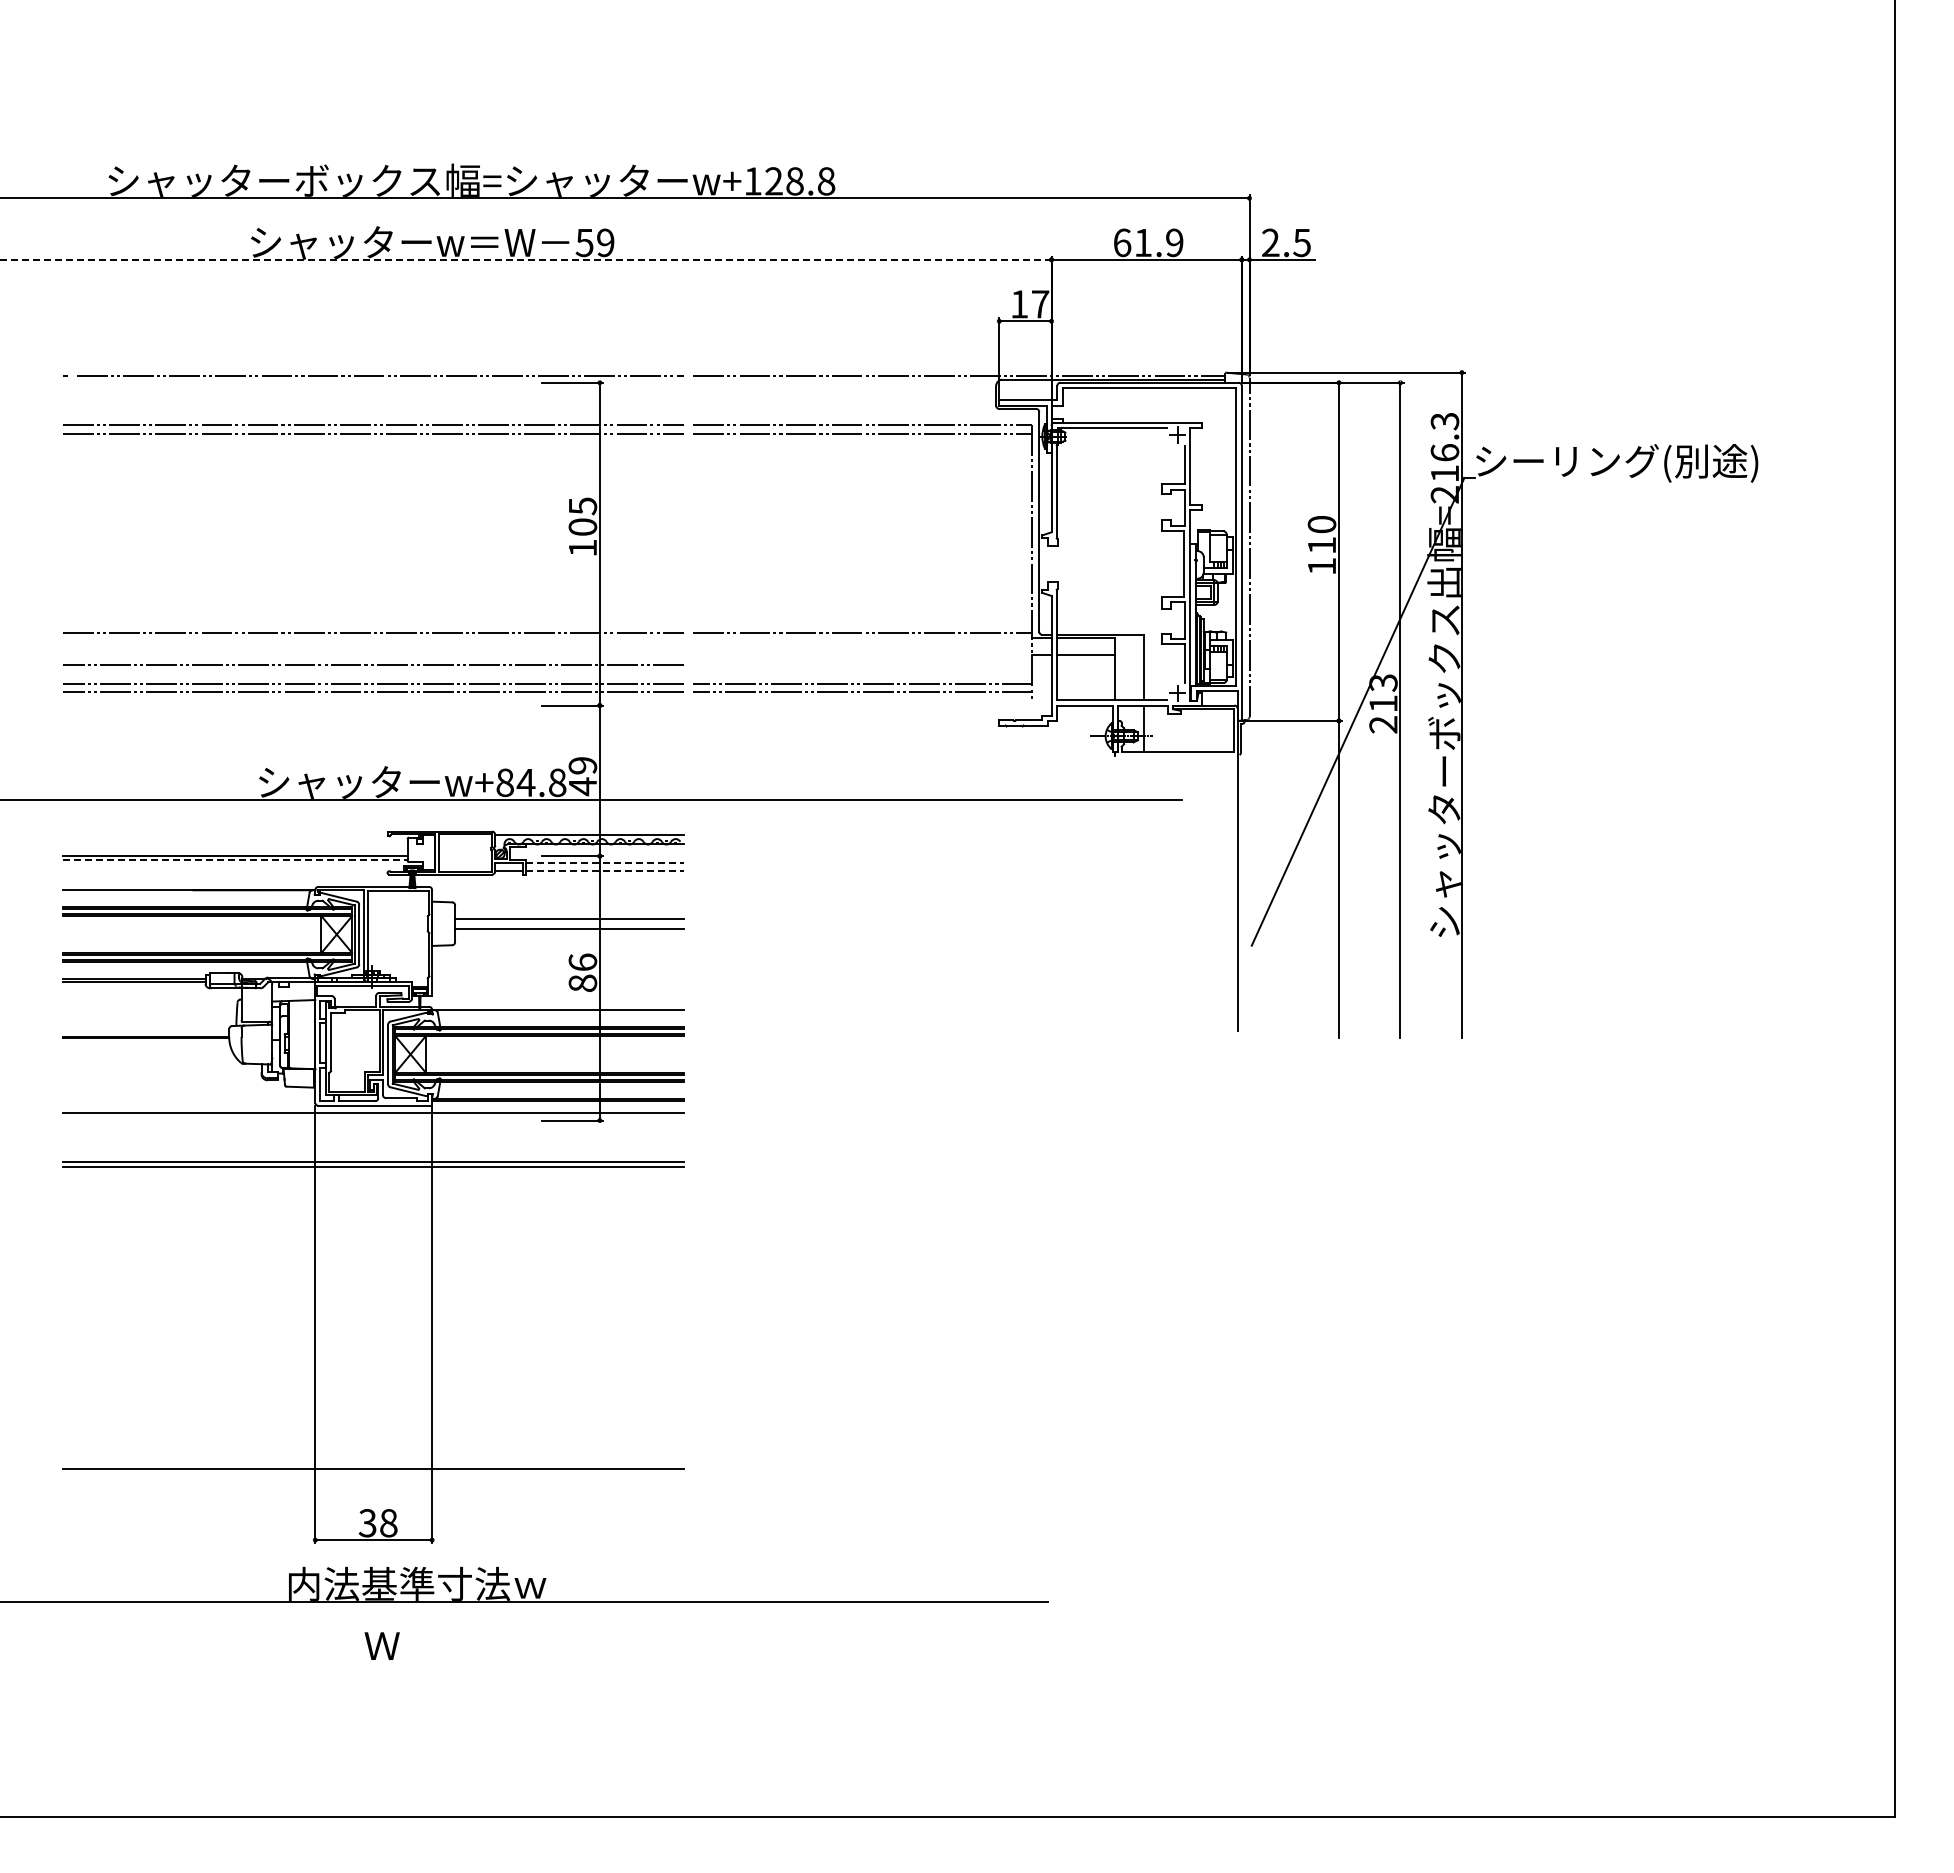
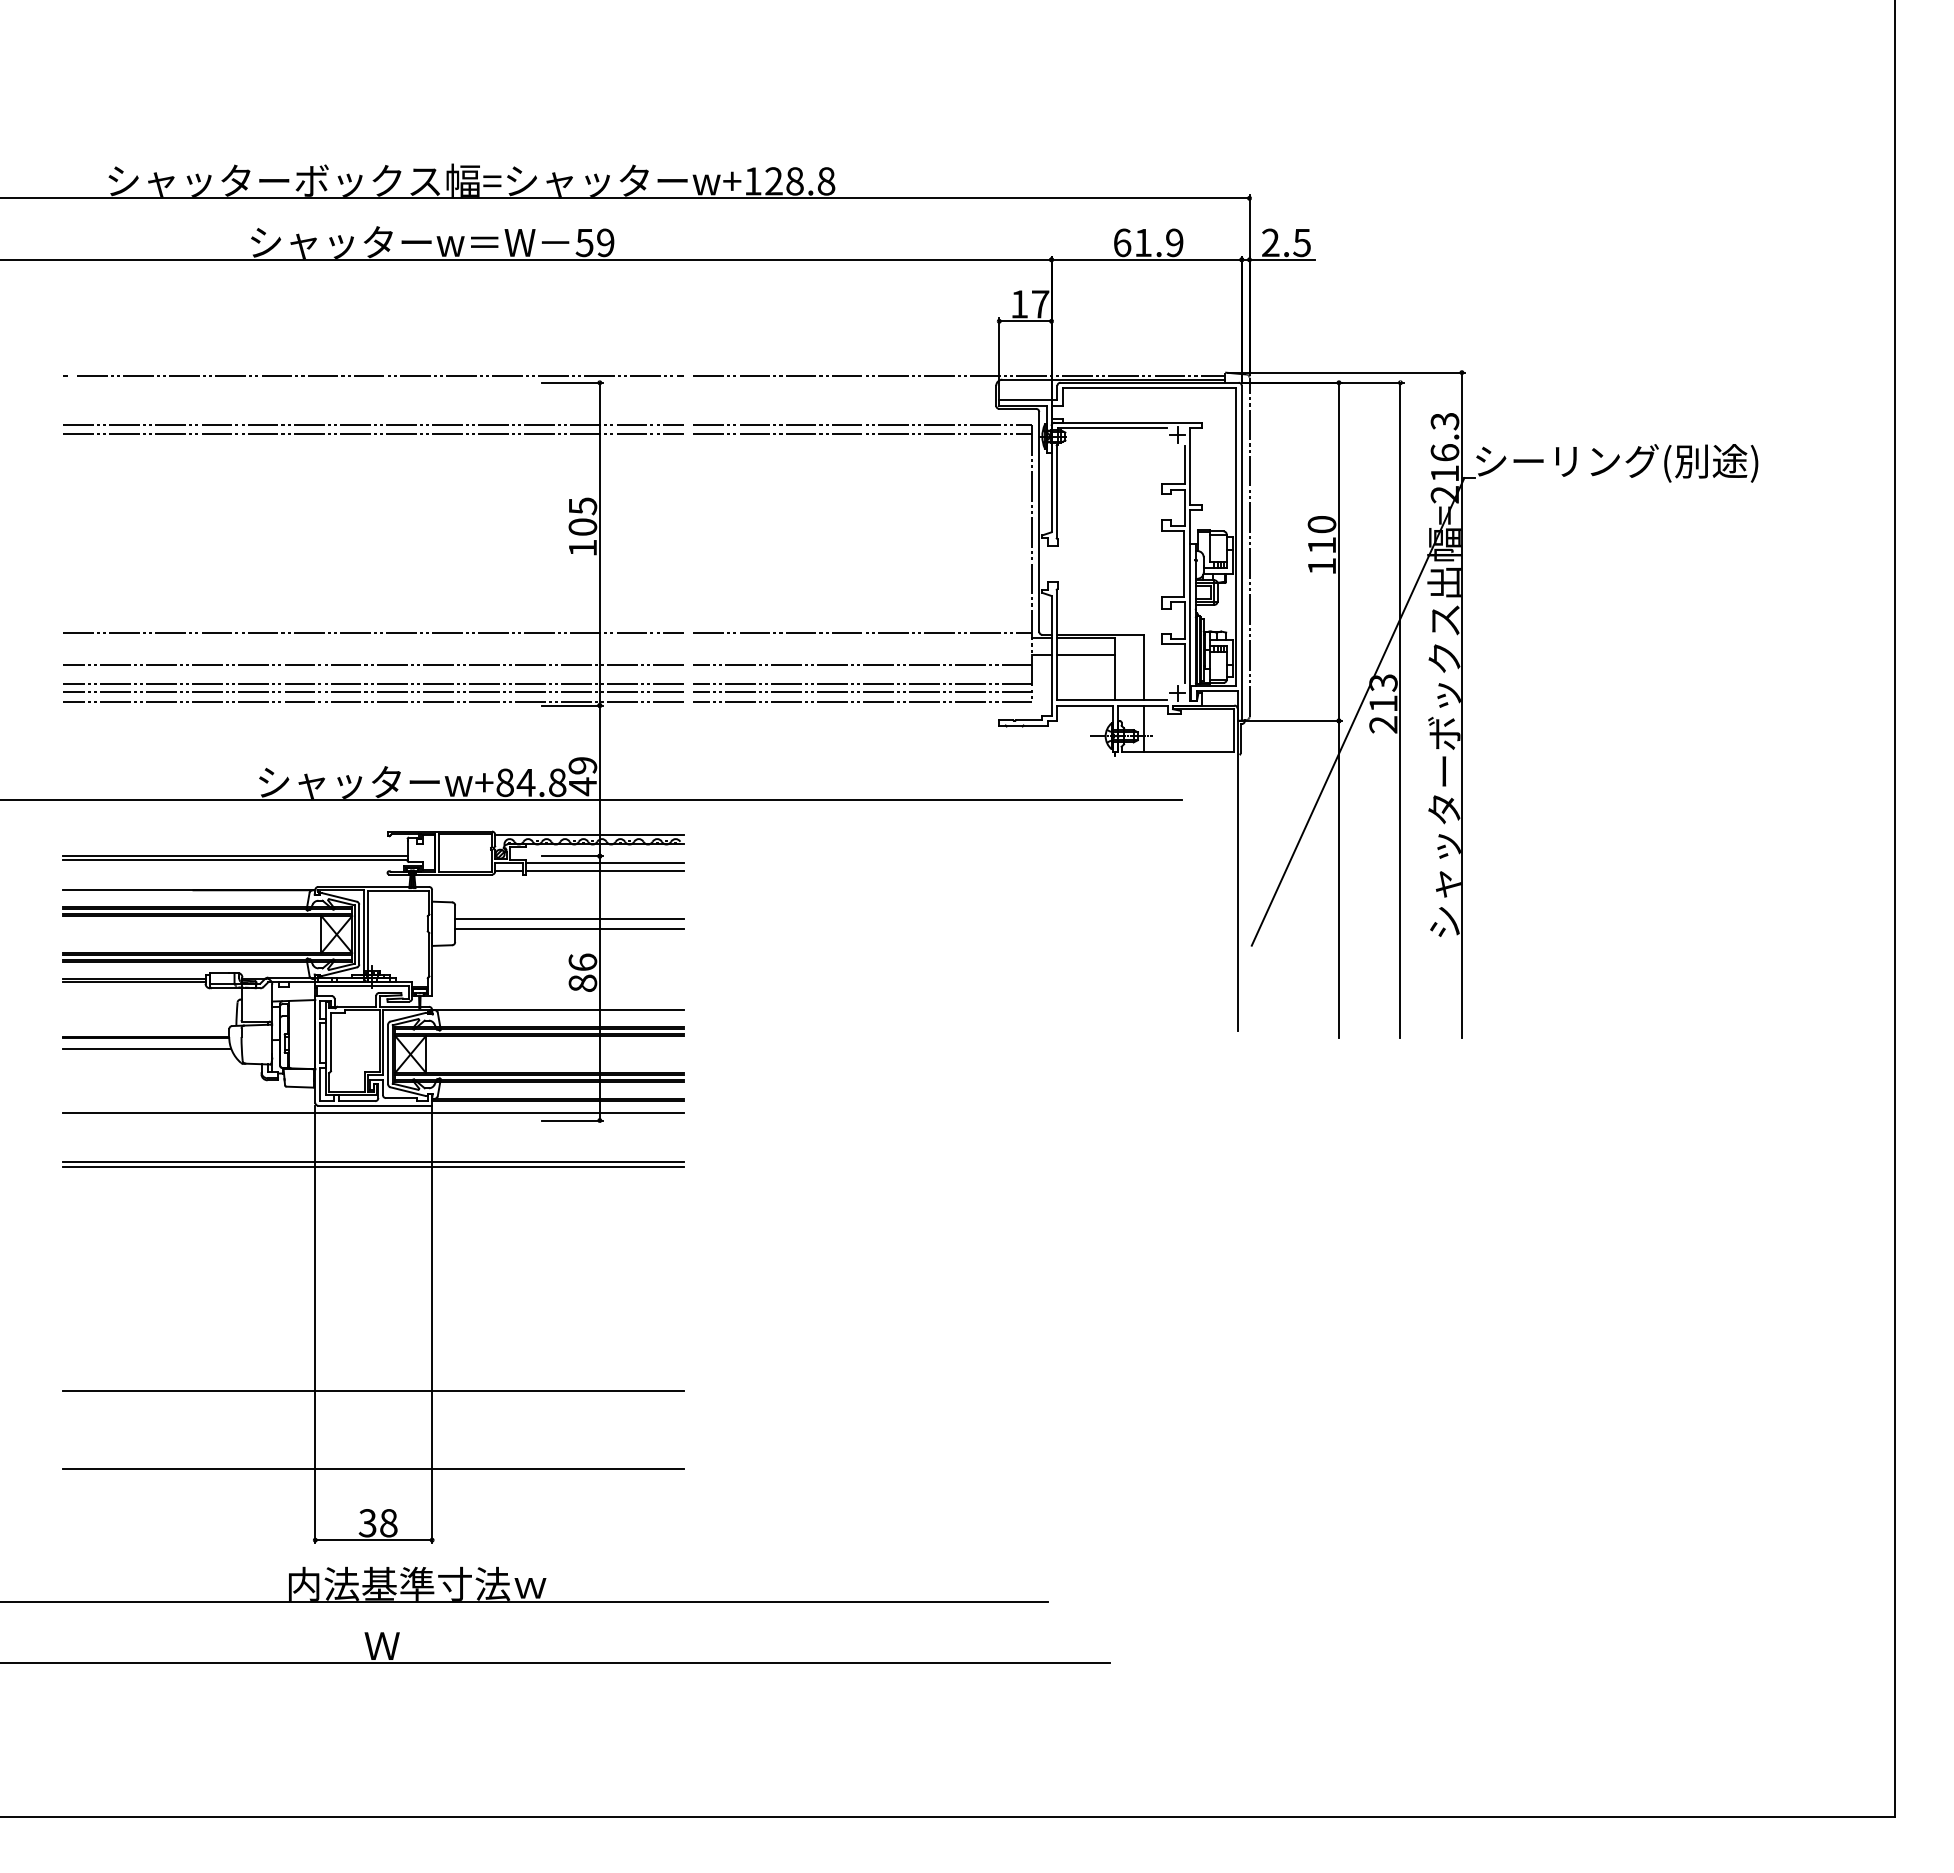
line at (525, 259): dashed -> solid
line at (862, 665): none -> present
line at (373, 701): none -> present
line at (862, 701): none -> present
line at (235, 860): dashed -> solid
line at (605, 862): dashed -> solid
line at (605, 870): dashed -> solid
line at (147, 1048): none -> present
line at (373, 1391): none -> present
line at (555, 1663): none -> present
